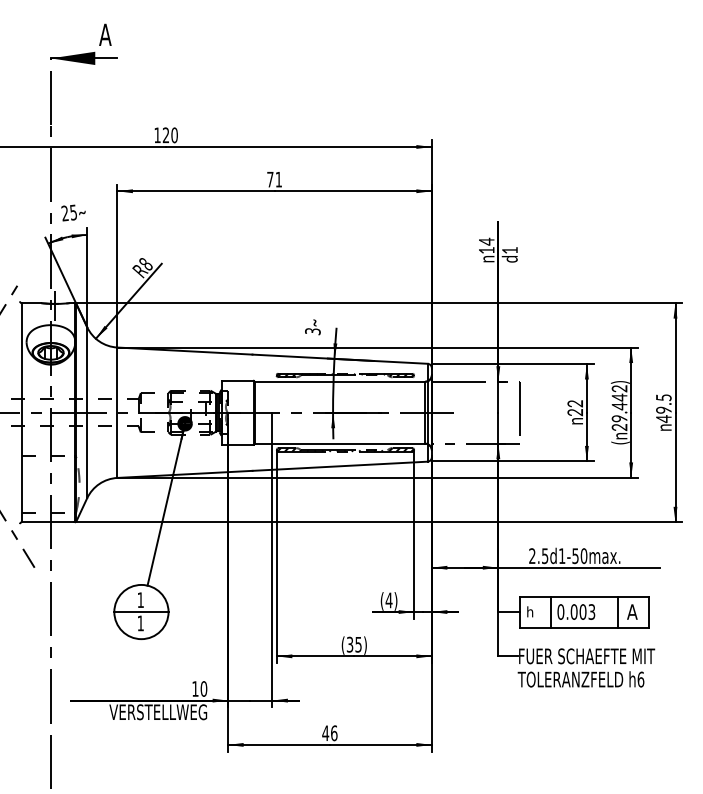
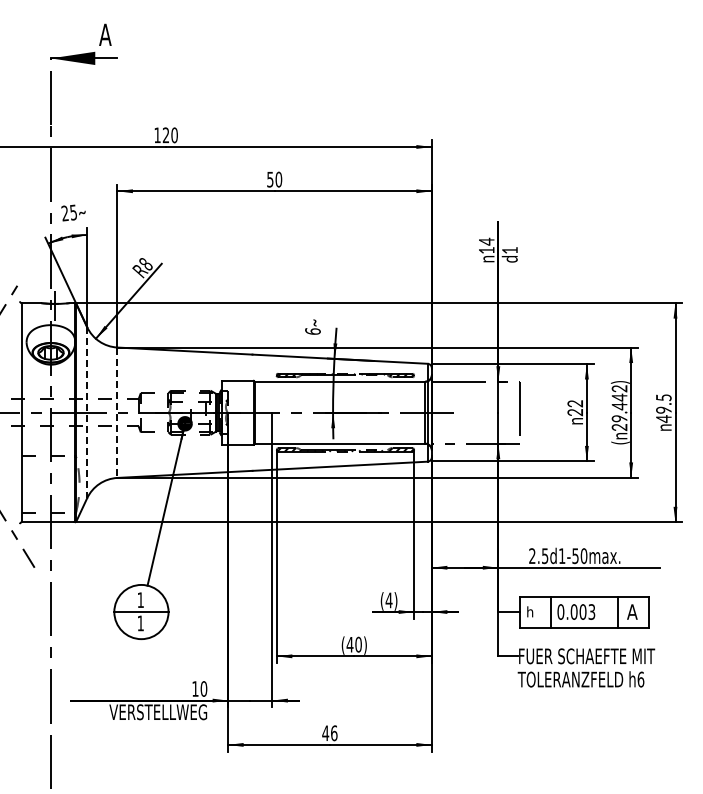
text at (274, 179): 71 -> 50
text at (312, 331): 3 -> 6
line at (87, 412): solid -> dashed
line at (117, 413): solid -> dashed
text at (353, 644): (35) -> (40)
